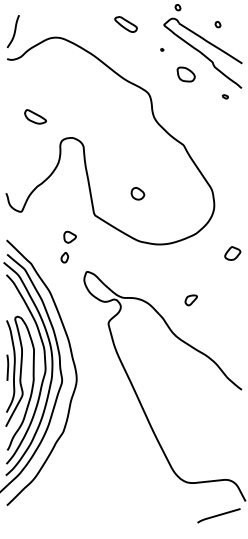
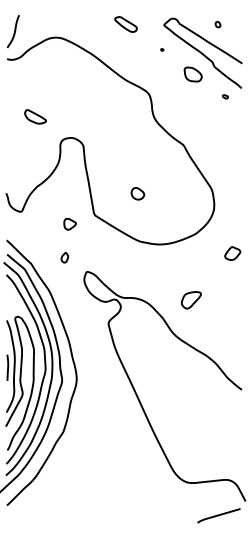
part at (177, 7): present -> none
part at (185, 74) position: (185, 74) -> (192, 74)
part at (69, 236) position: (69, 236) -> (69, 223)
part at (190, 300) size: 14x13 px -> 22x19 px
